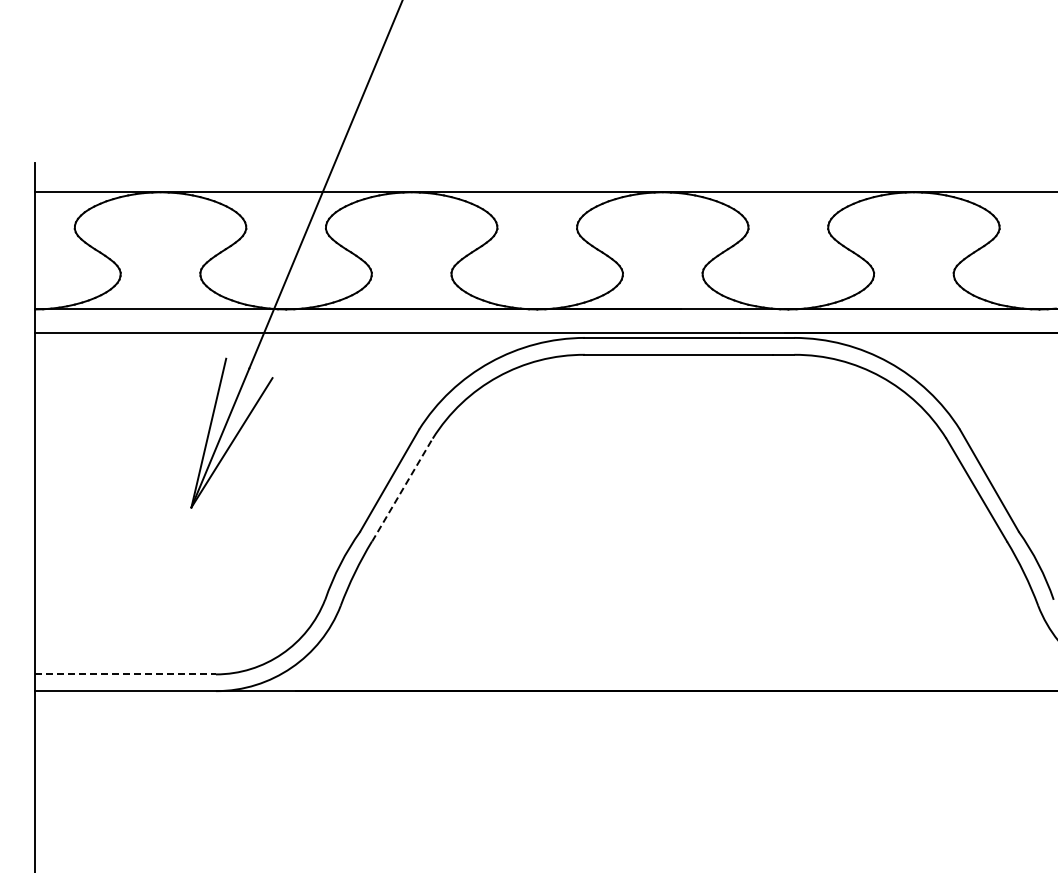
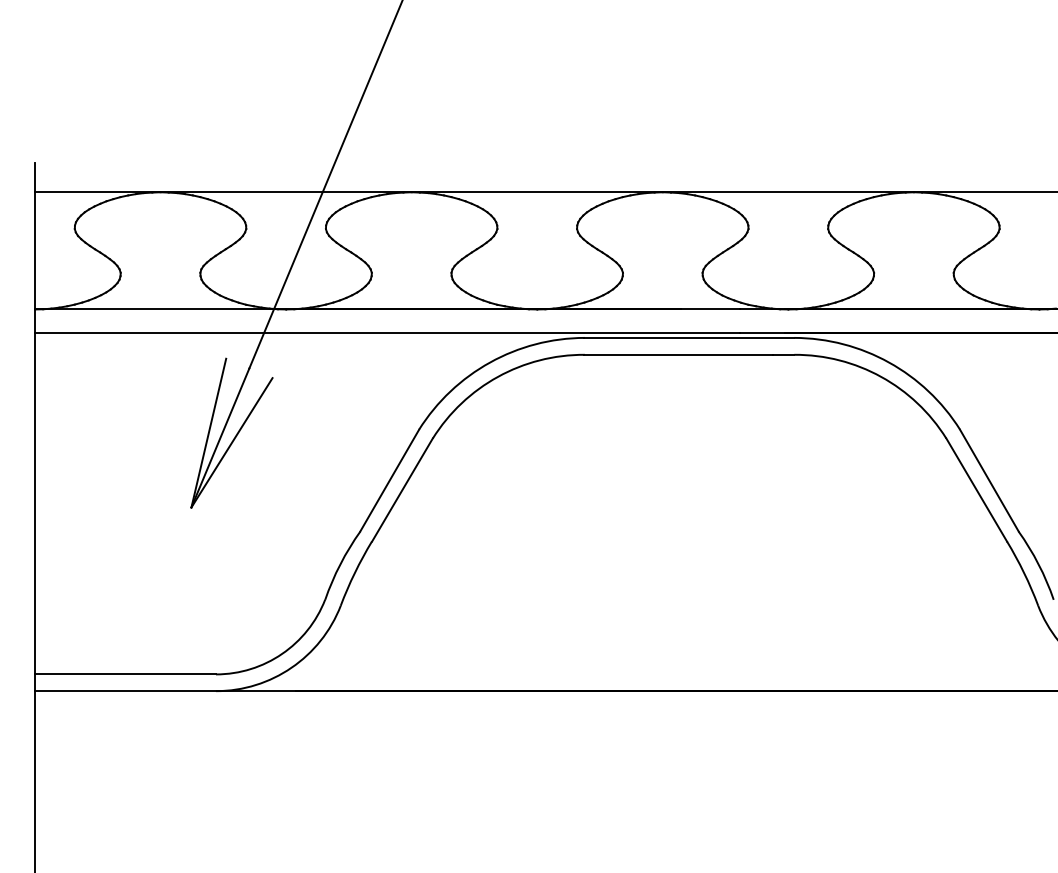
line at (402, 490): dashed -> solid
line at (125, 674): dashed -> solid
